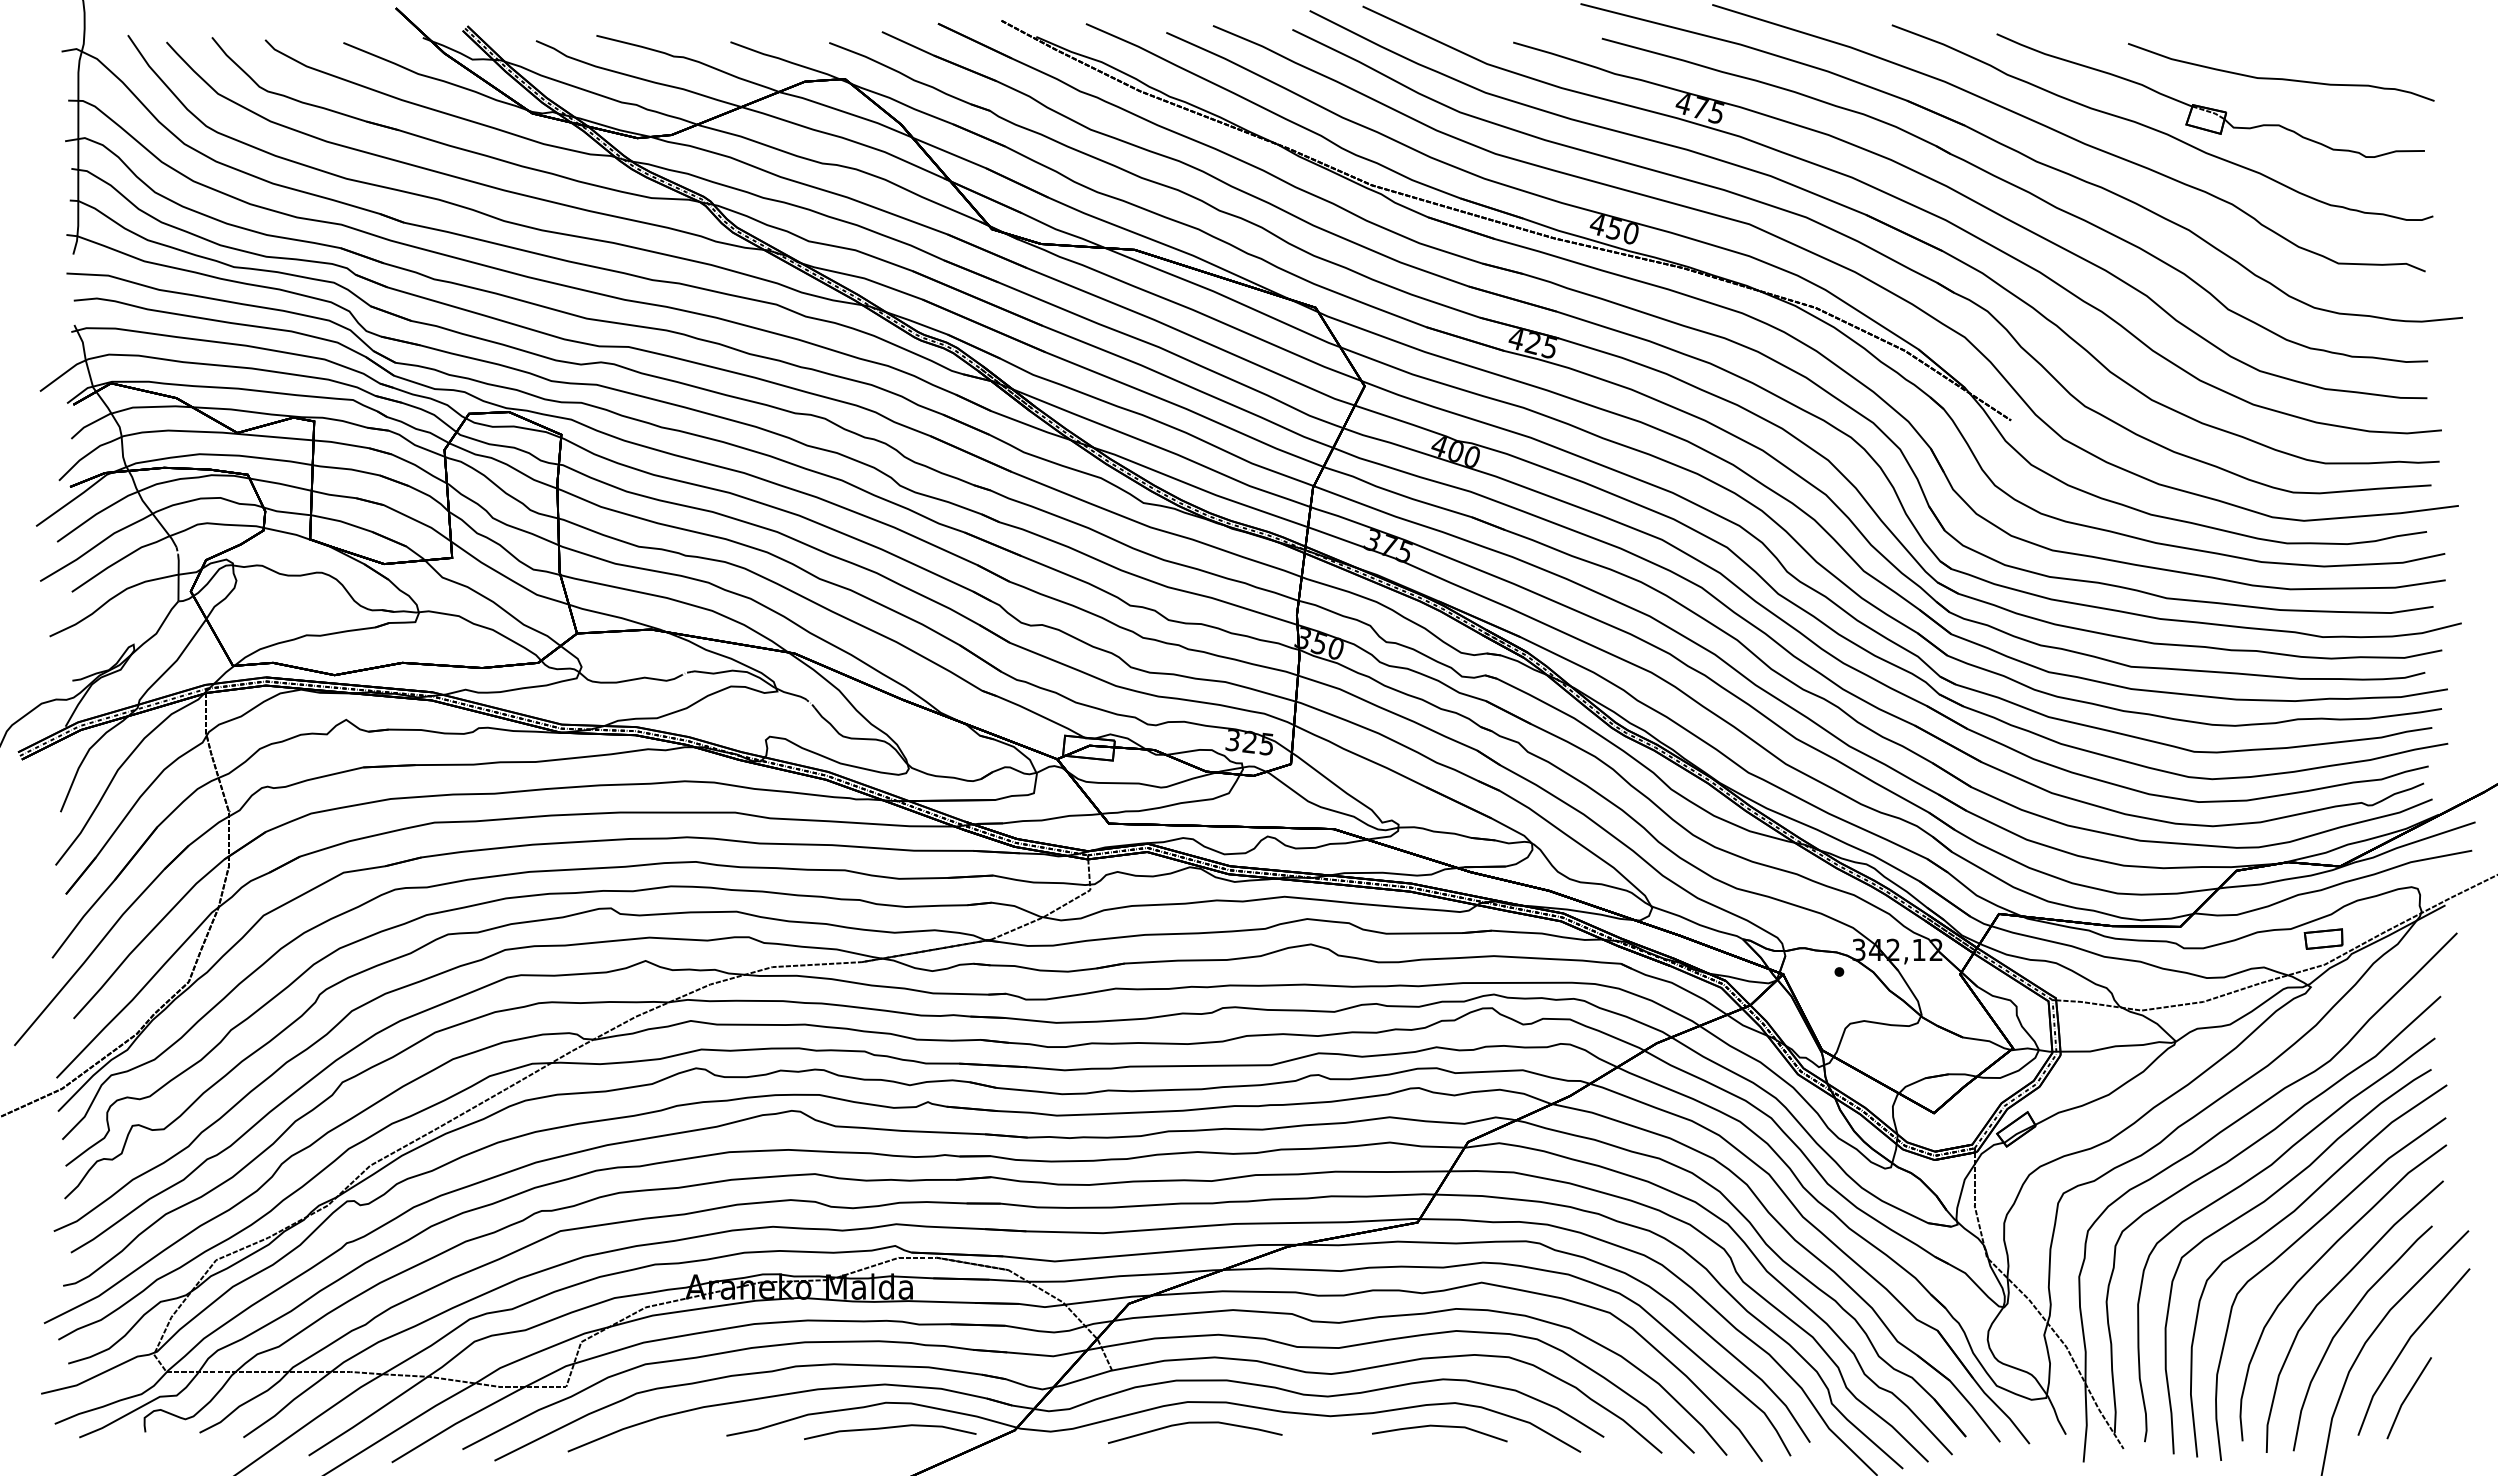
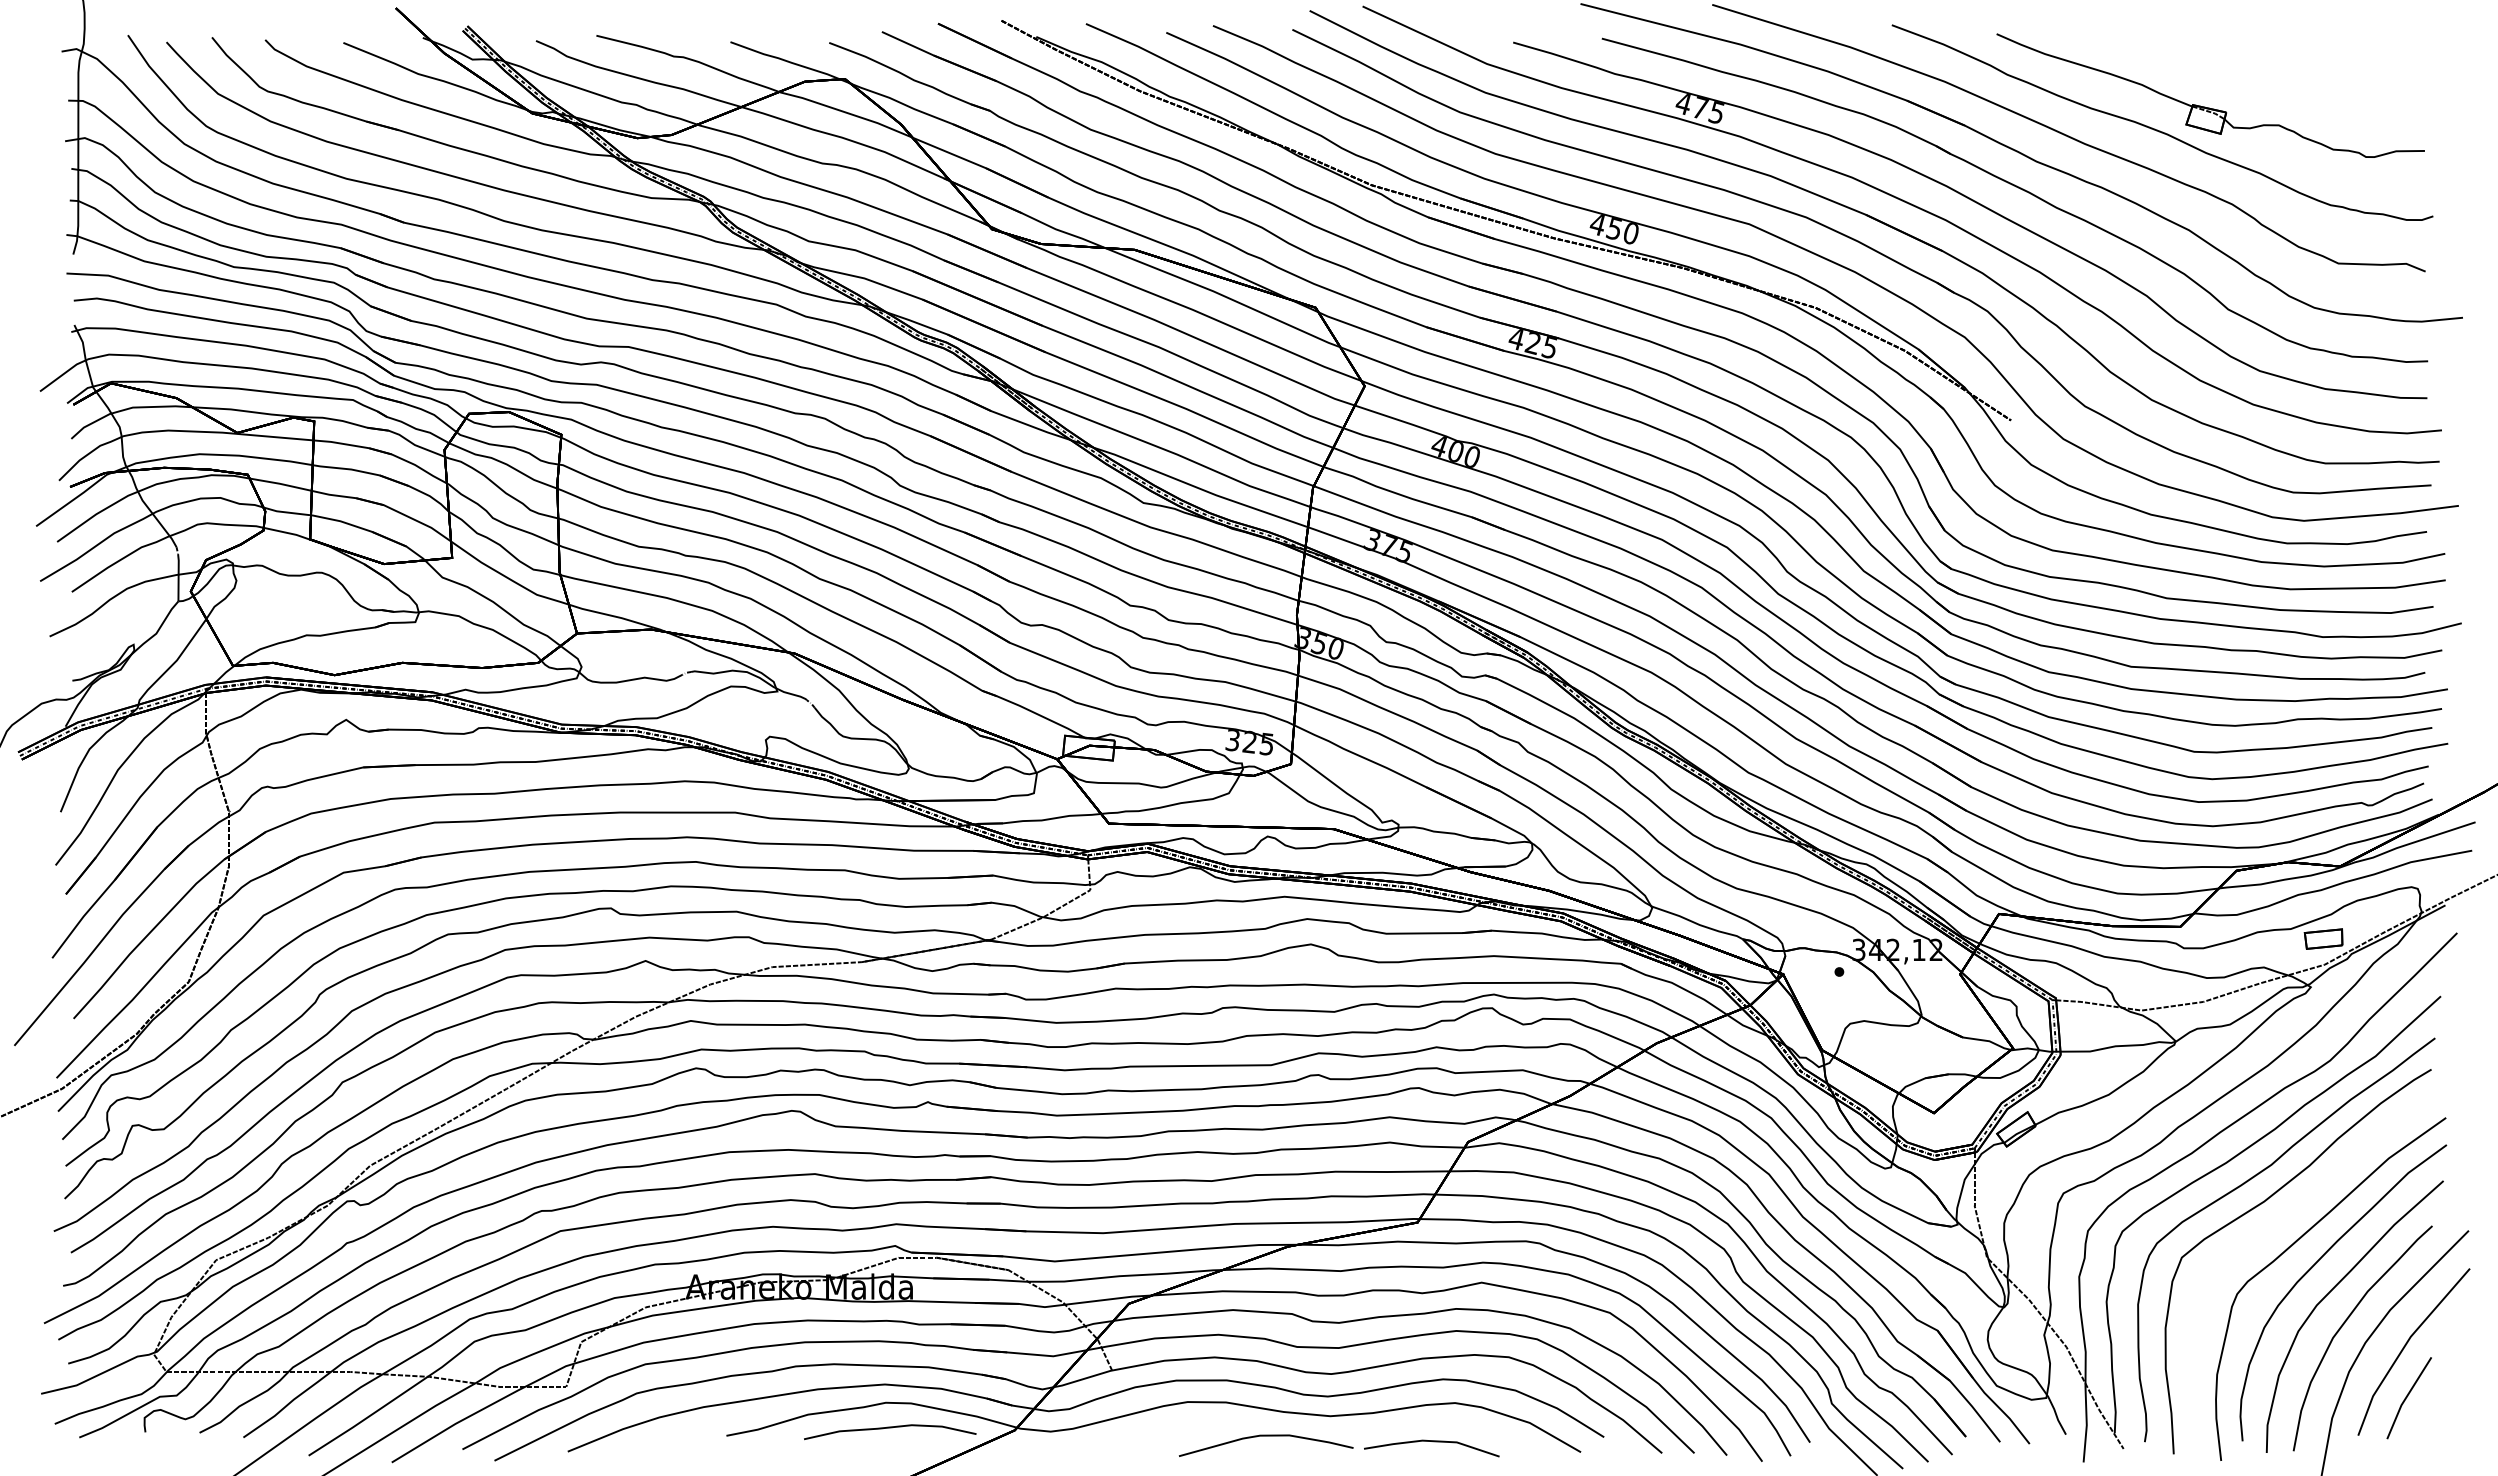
curve at (2281, 78): present -> none
curve at (2282, 1221): present -> none
curve at (1194, 1423) position: (1194, 1423) -> (1265, 1436)
line at (1441, 1427) position: (1441, 1427) -> (1433, 1442)
